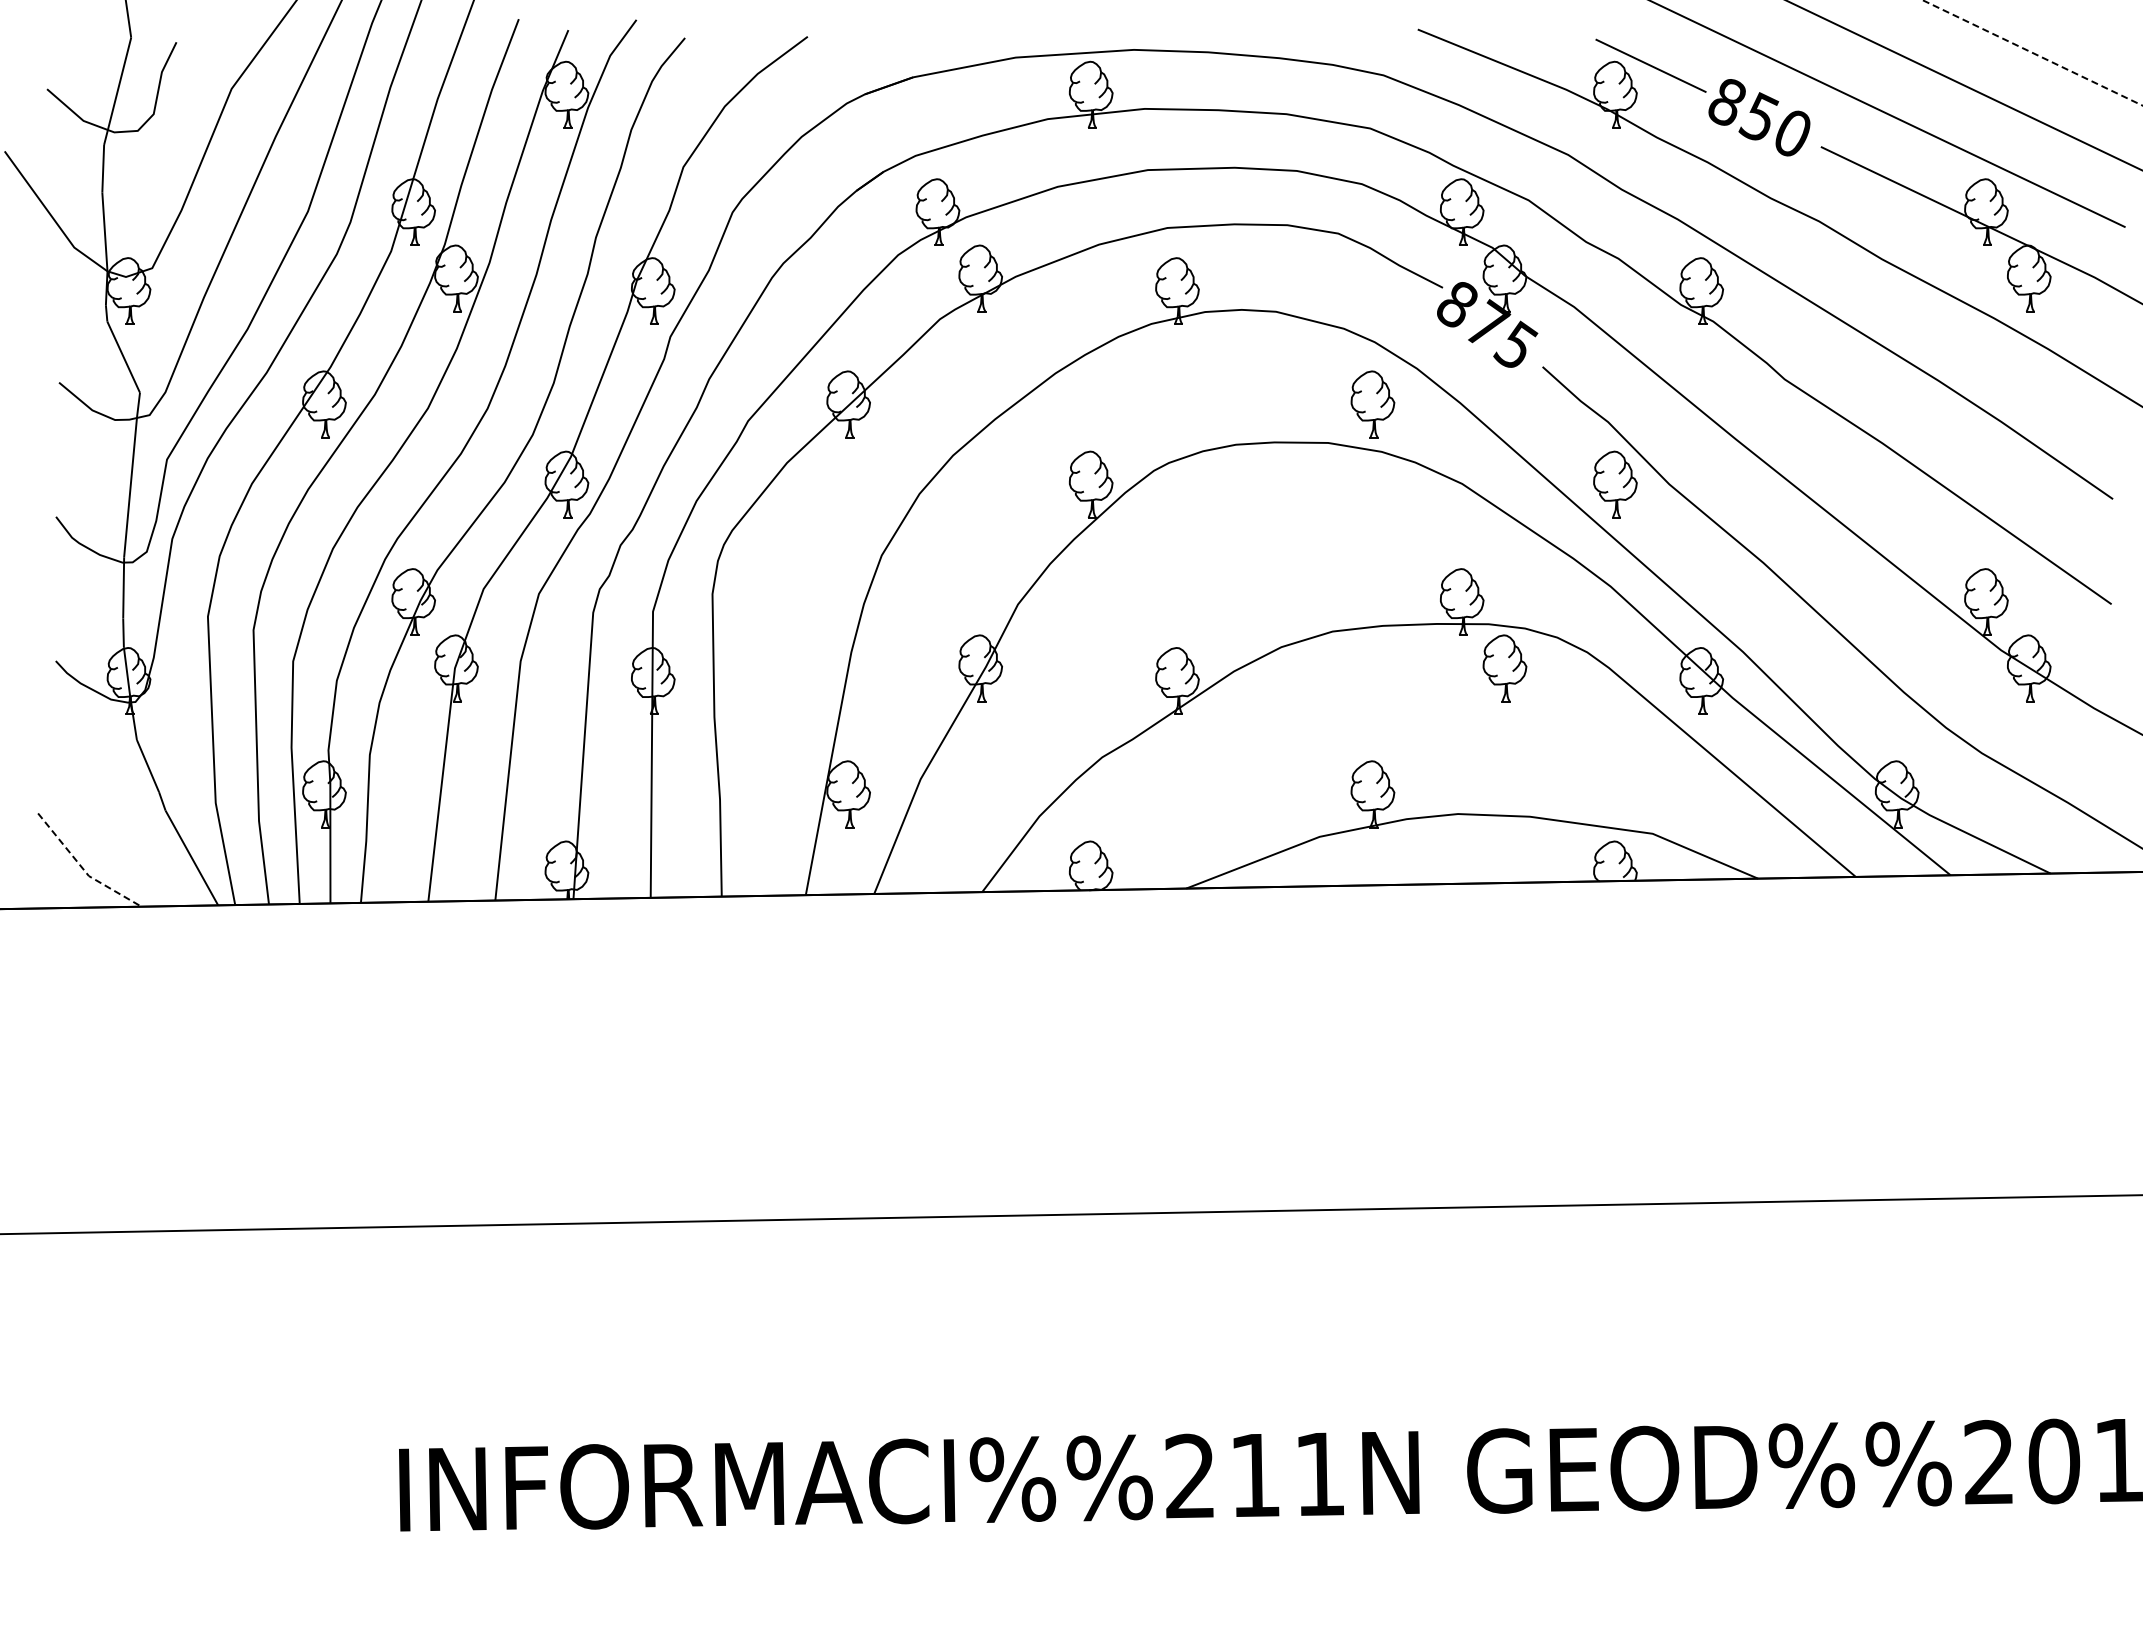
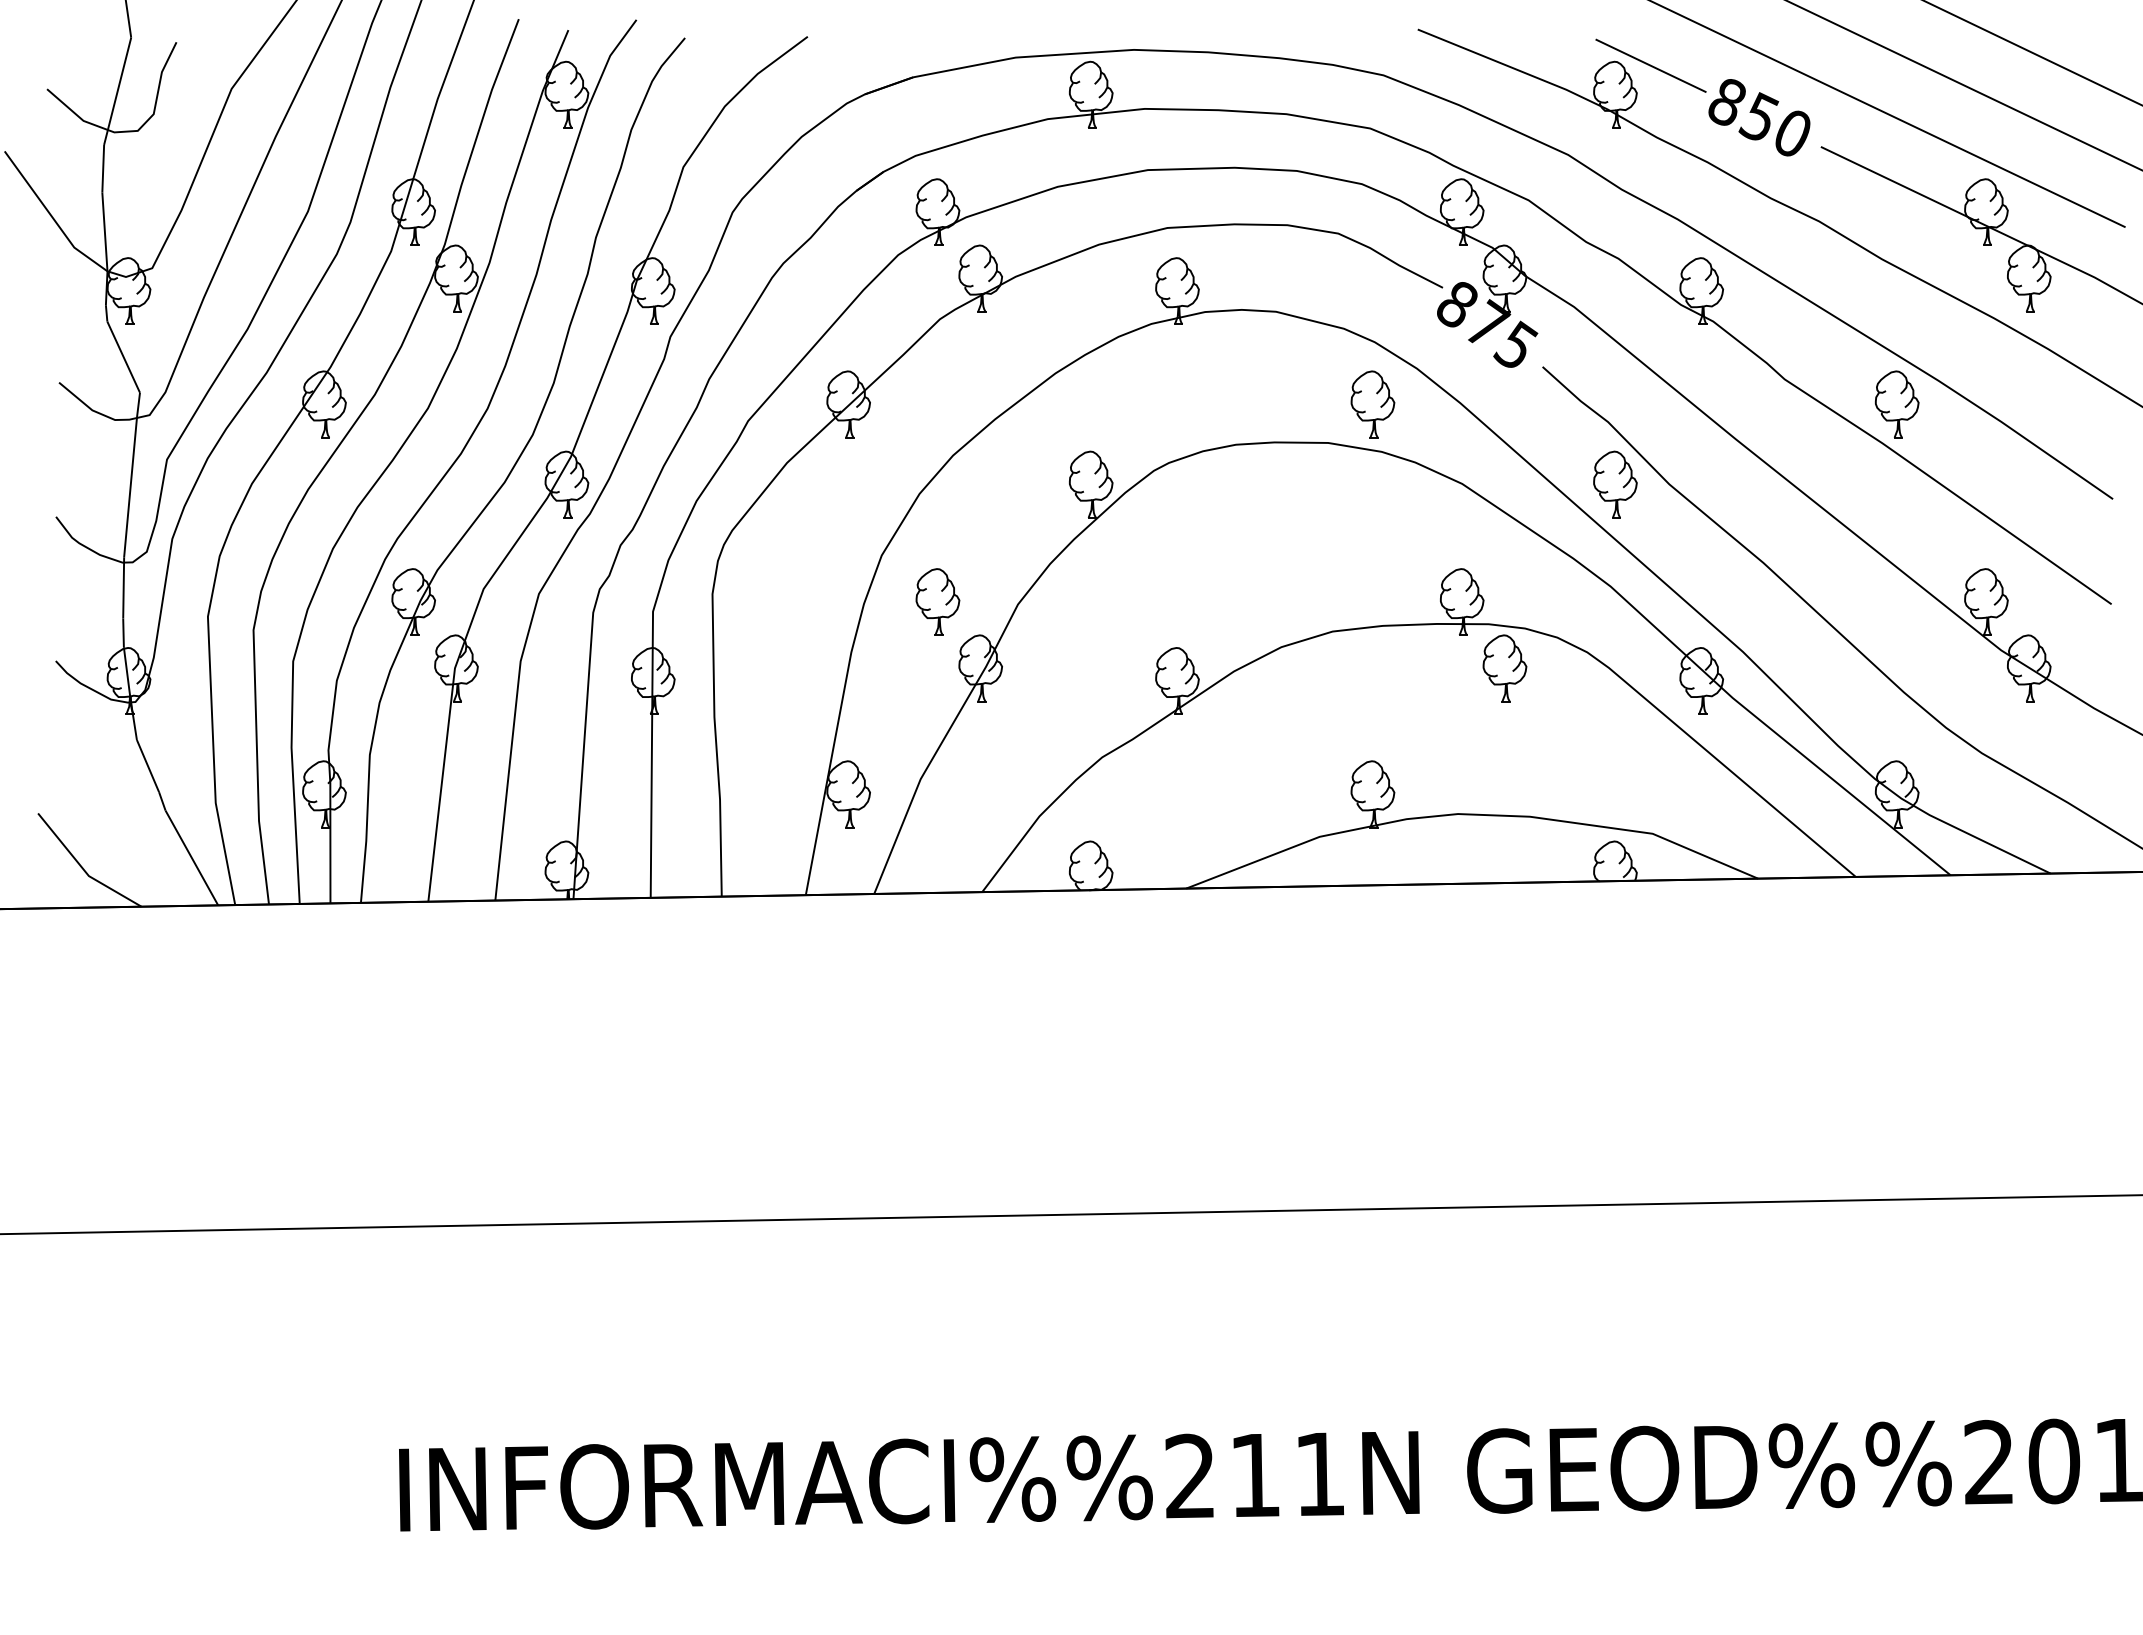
line at (2033, 53): dashed -> solid
part at (1897, 404): none -> present
part at (937, 601): none -> present
line at (83, 869): dashed -> solid
